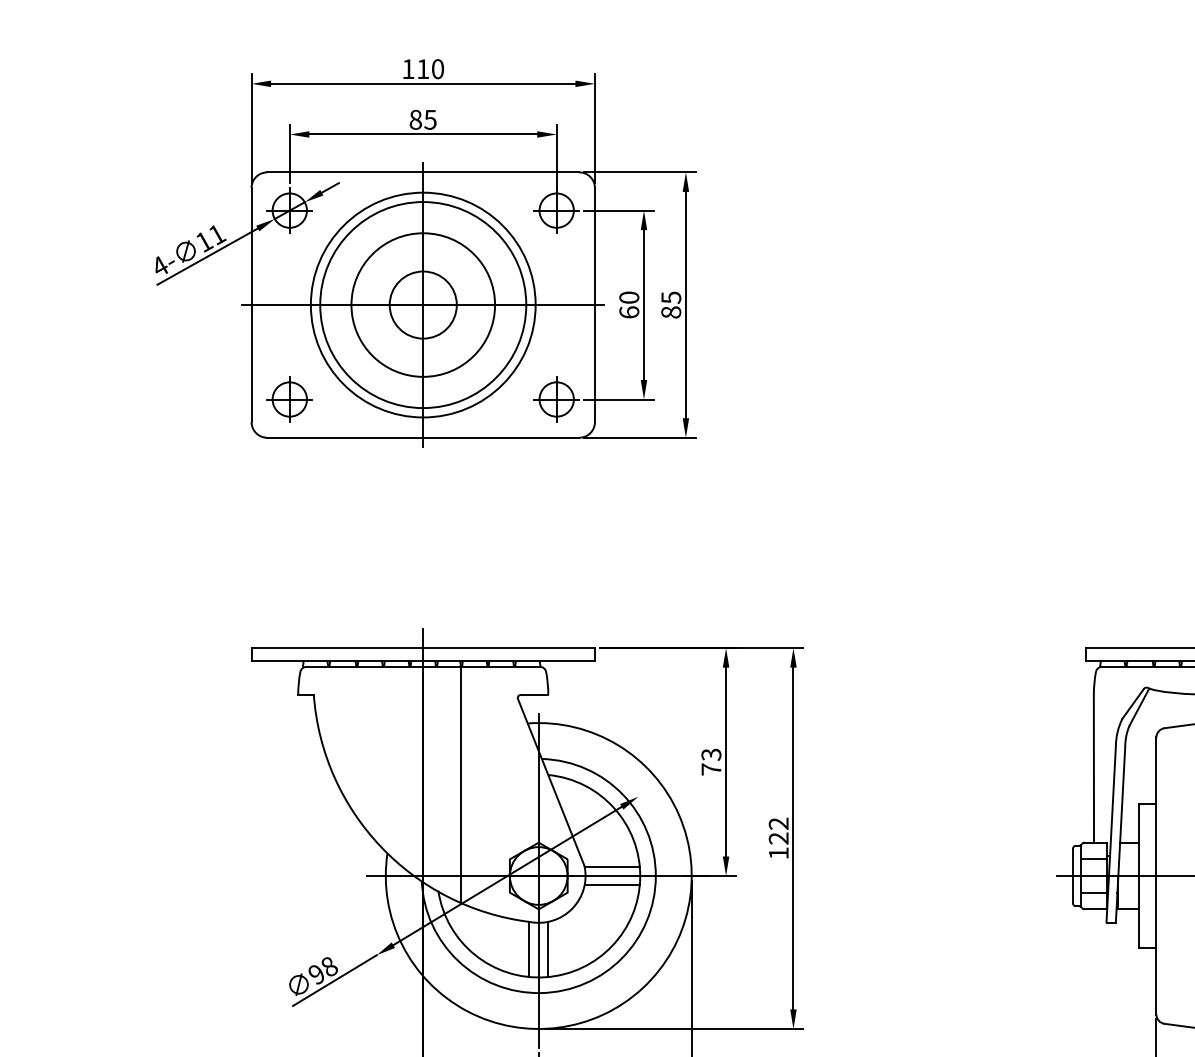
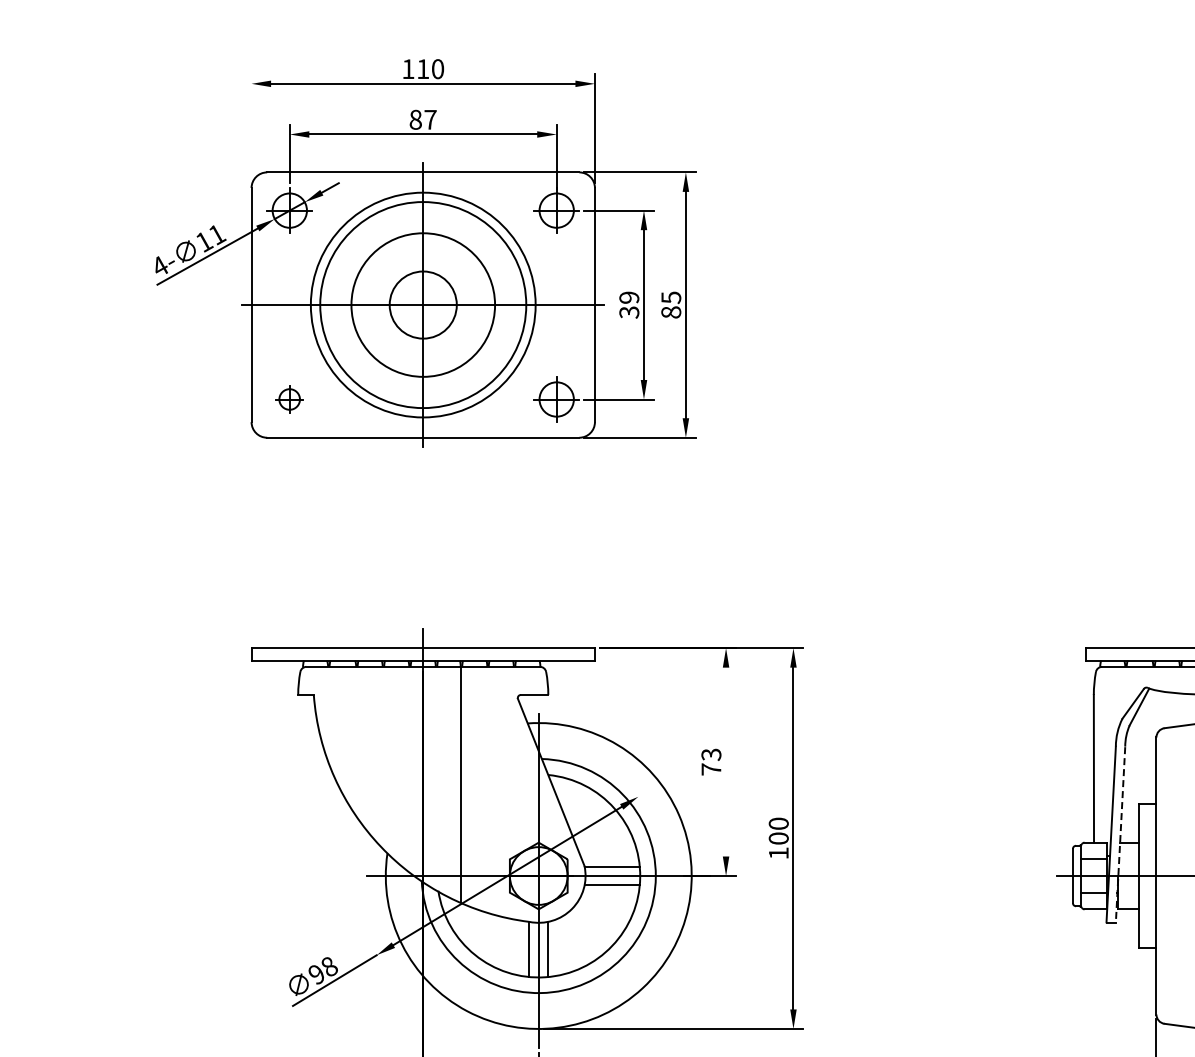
text at (430, 119): 85 -> 87
line at (251, 128): present -> none
text at (629, 304): 60 -> 39
part at (289, 399) size: 47x47 px -> 29x29 px
line at (726, 761): present -> none
text at (778, 830): 122 -> 100
line at (1120, 835): solid -> dashed
line at (691, 966): present -> none
